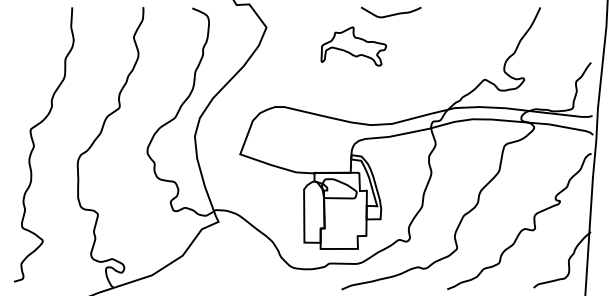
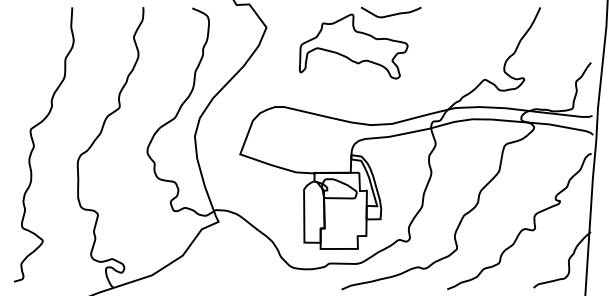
part at (353, 46) size: 68x41 px -> 110x67 px
